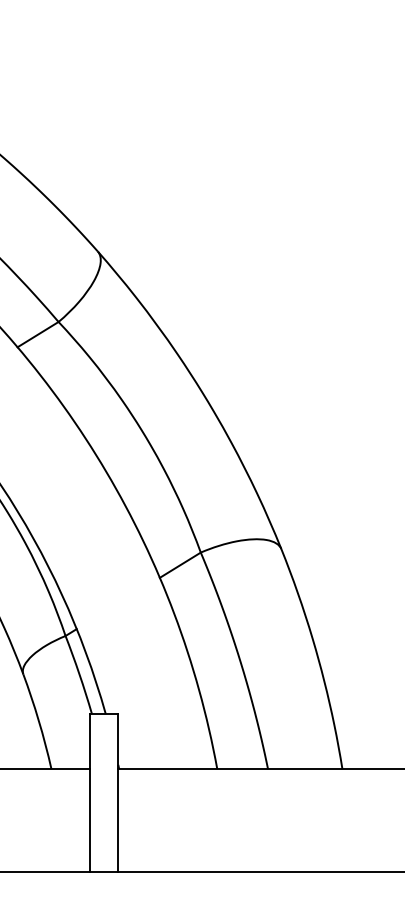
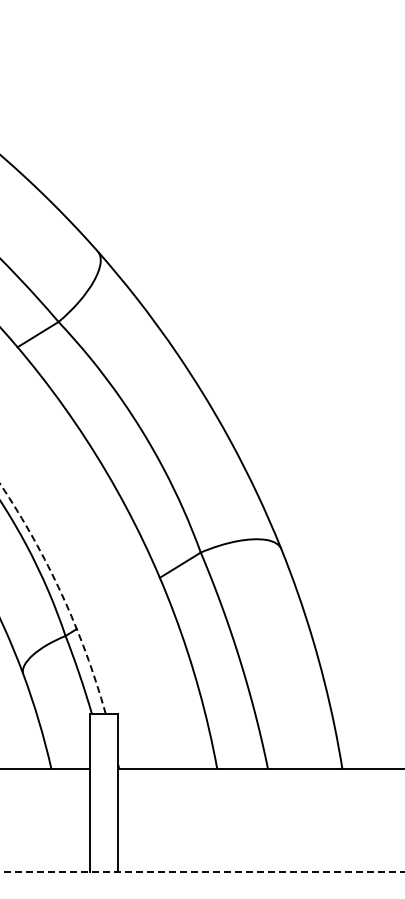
arc at (61, 594): solid -> dashed
line at (201, 872): solid -> dashed
